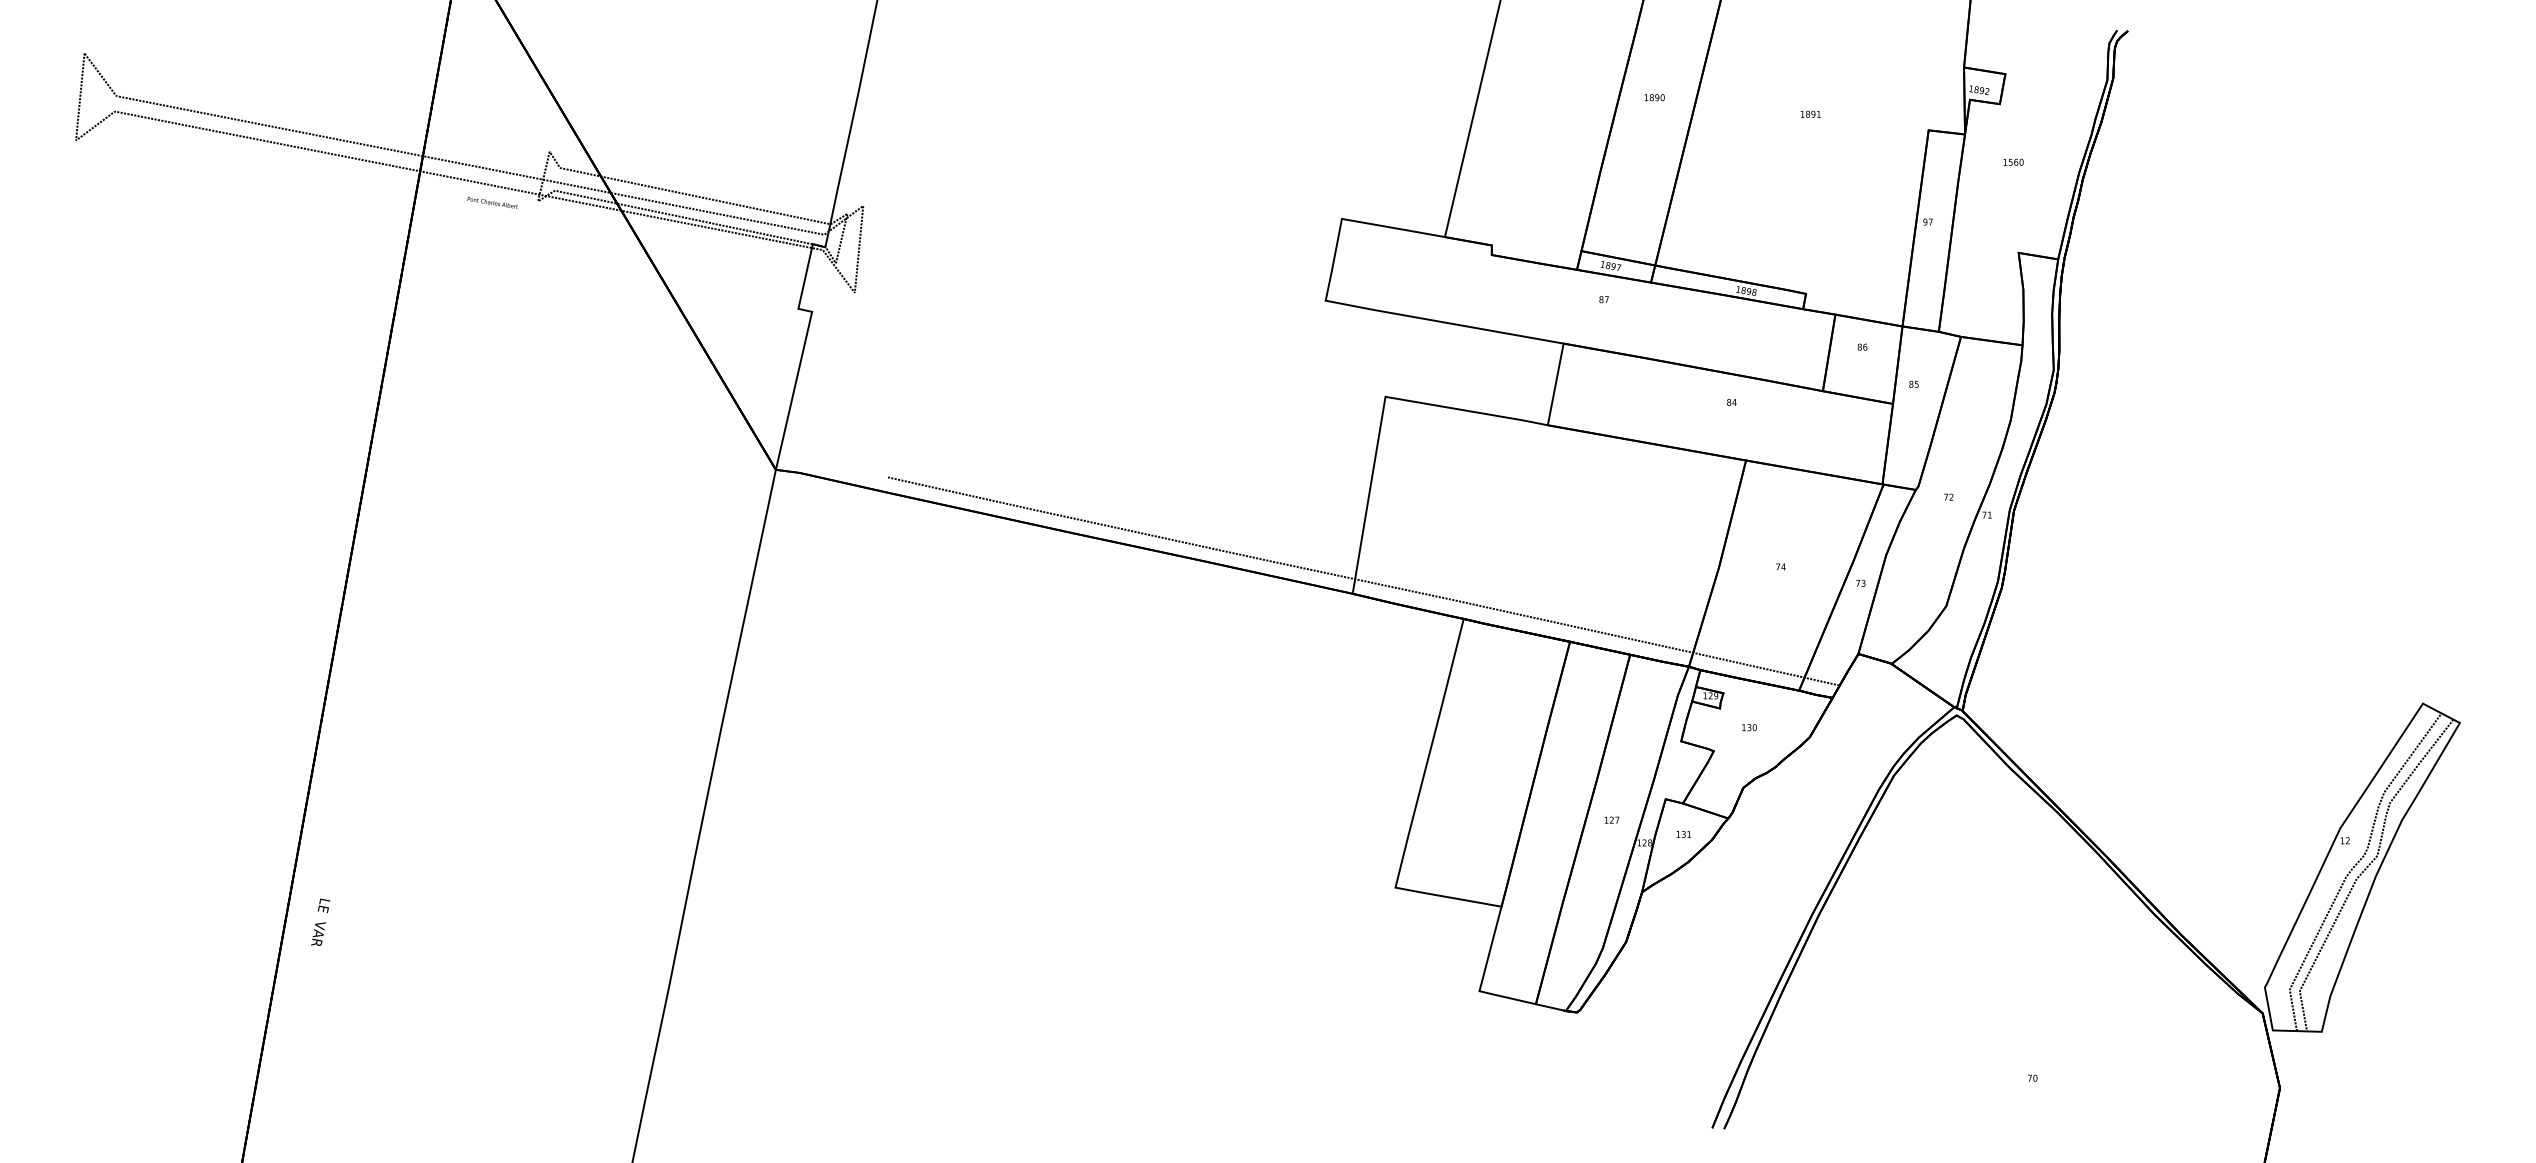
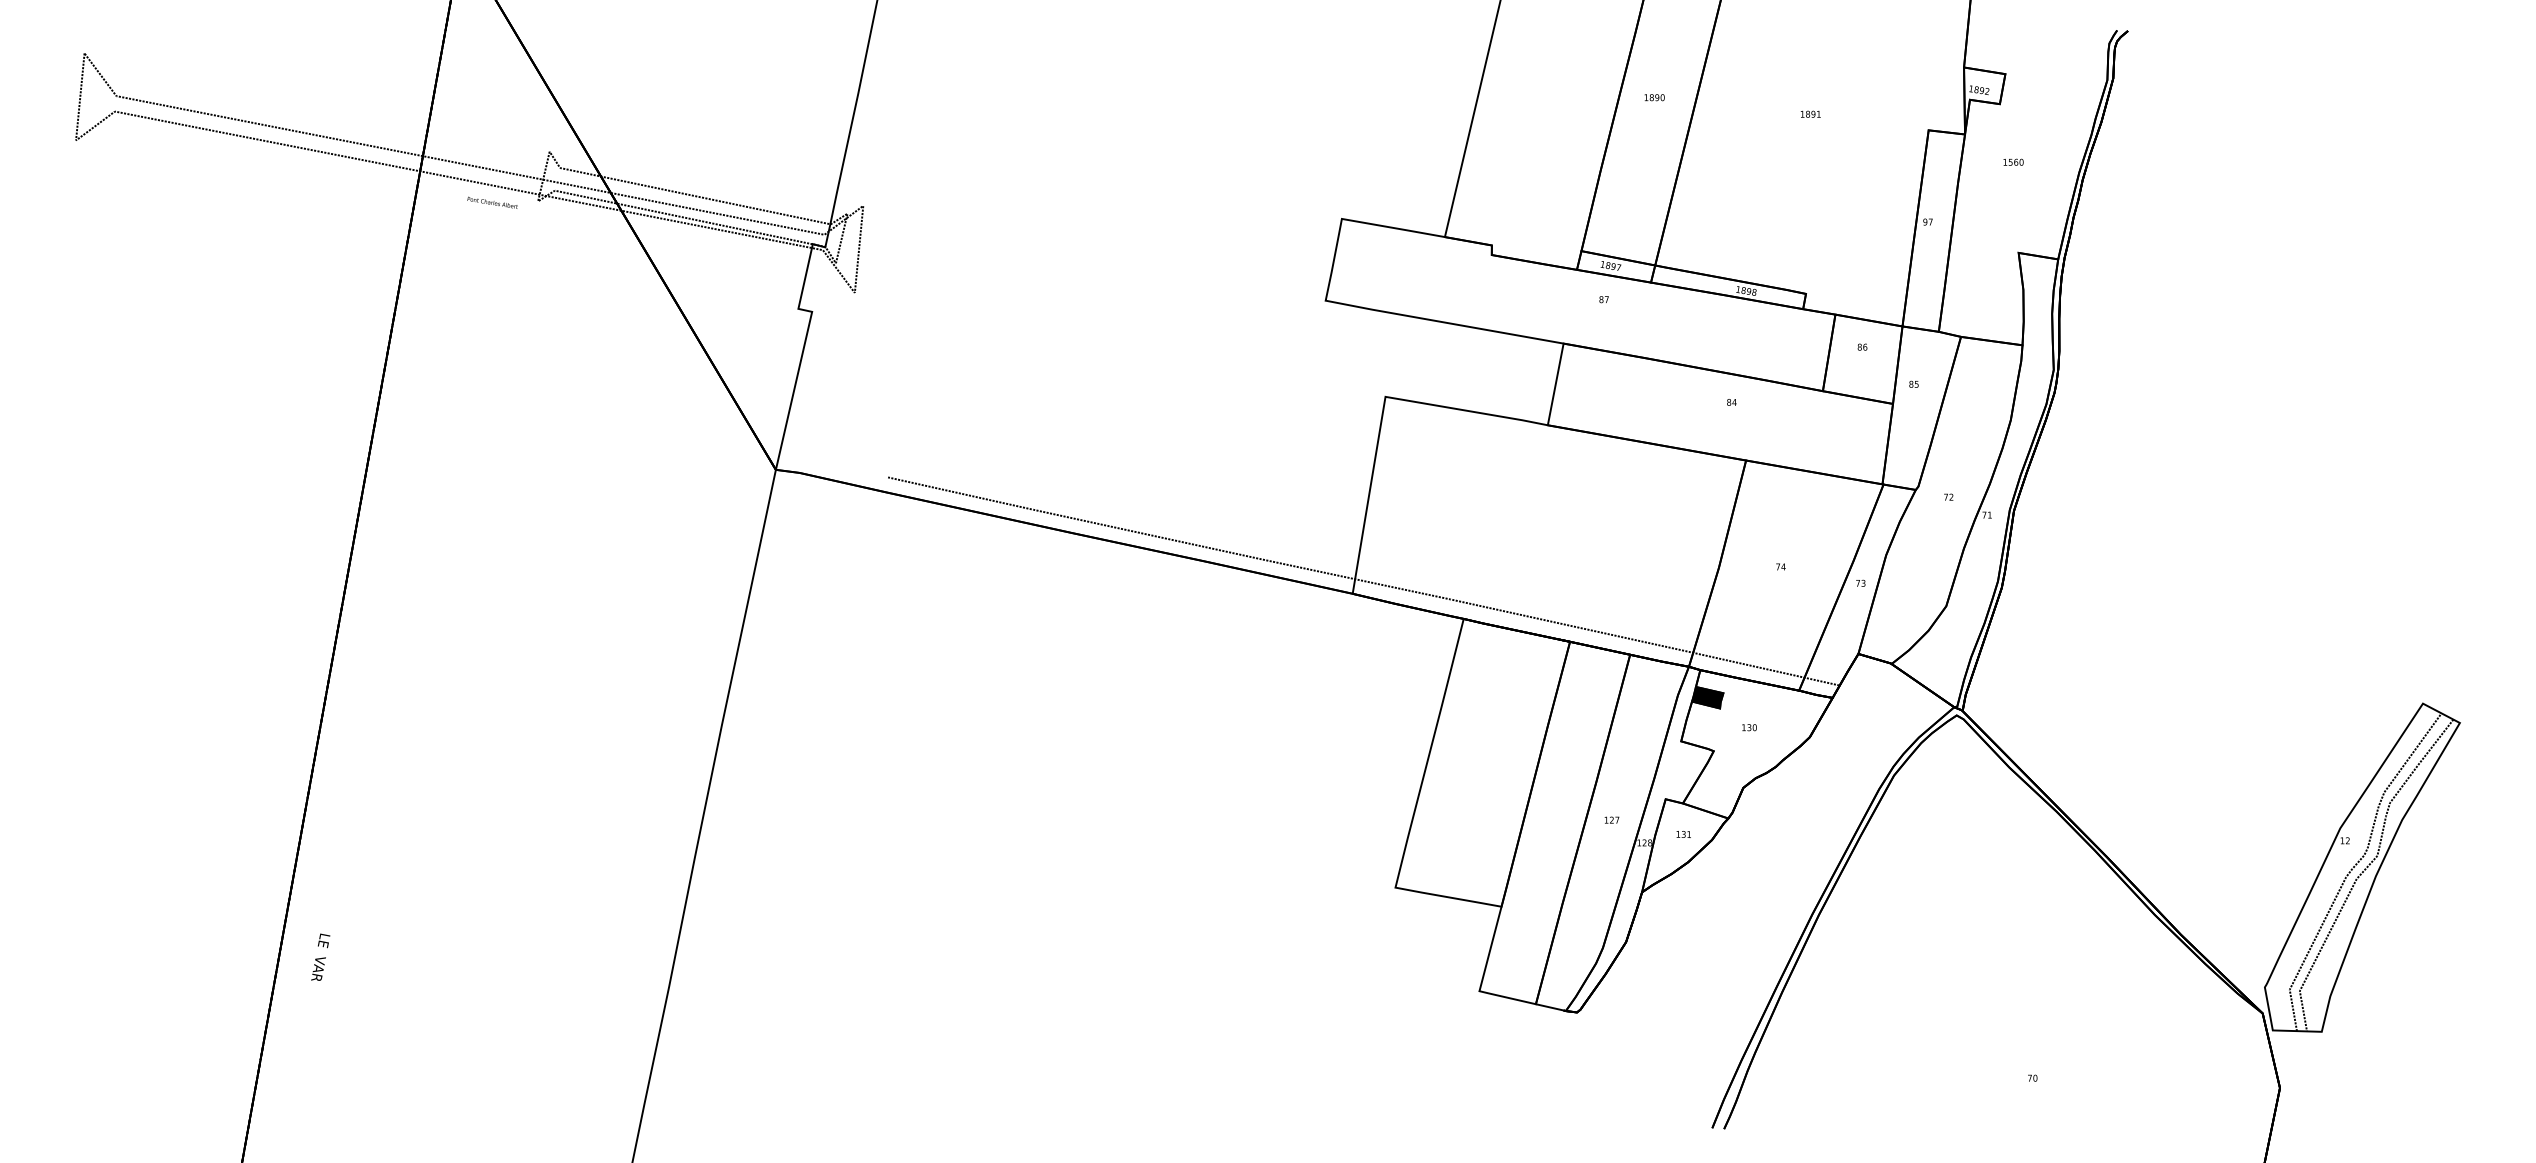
fill at (1707, 697): none -> present
text at (320, 921) position: (320, 921) -> (320, 956)
